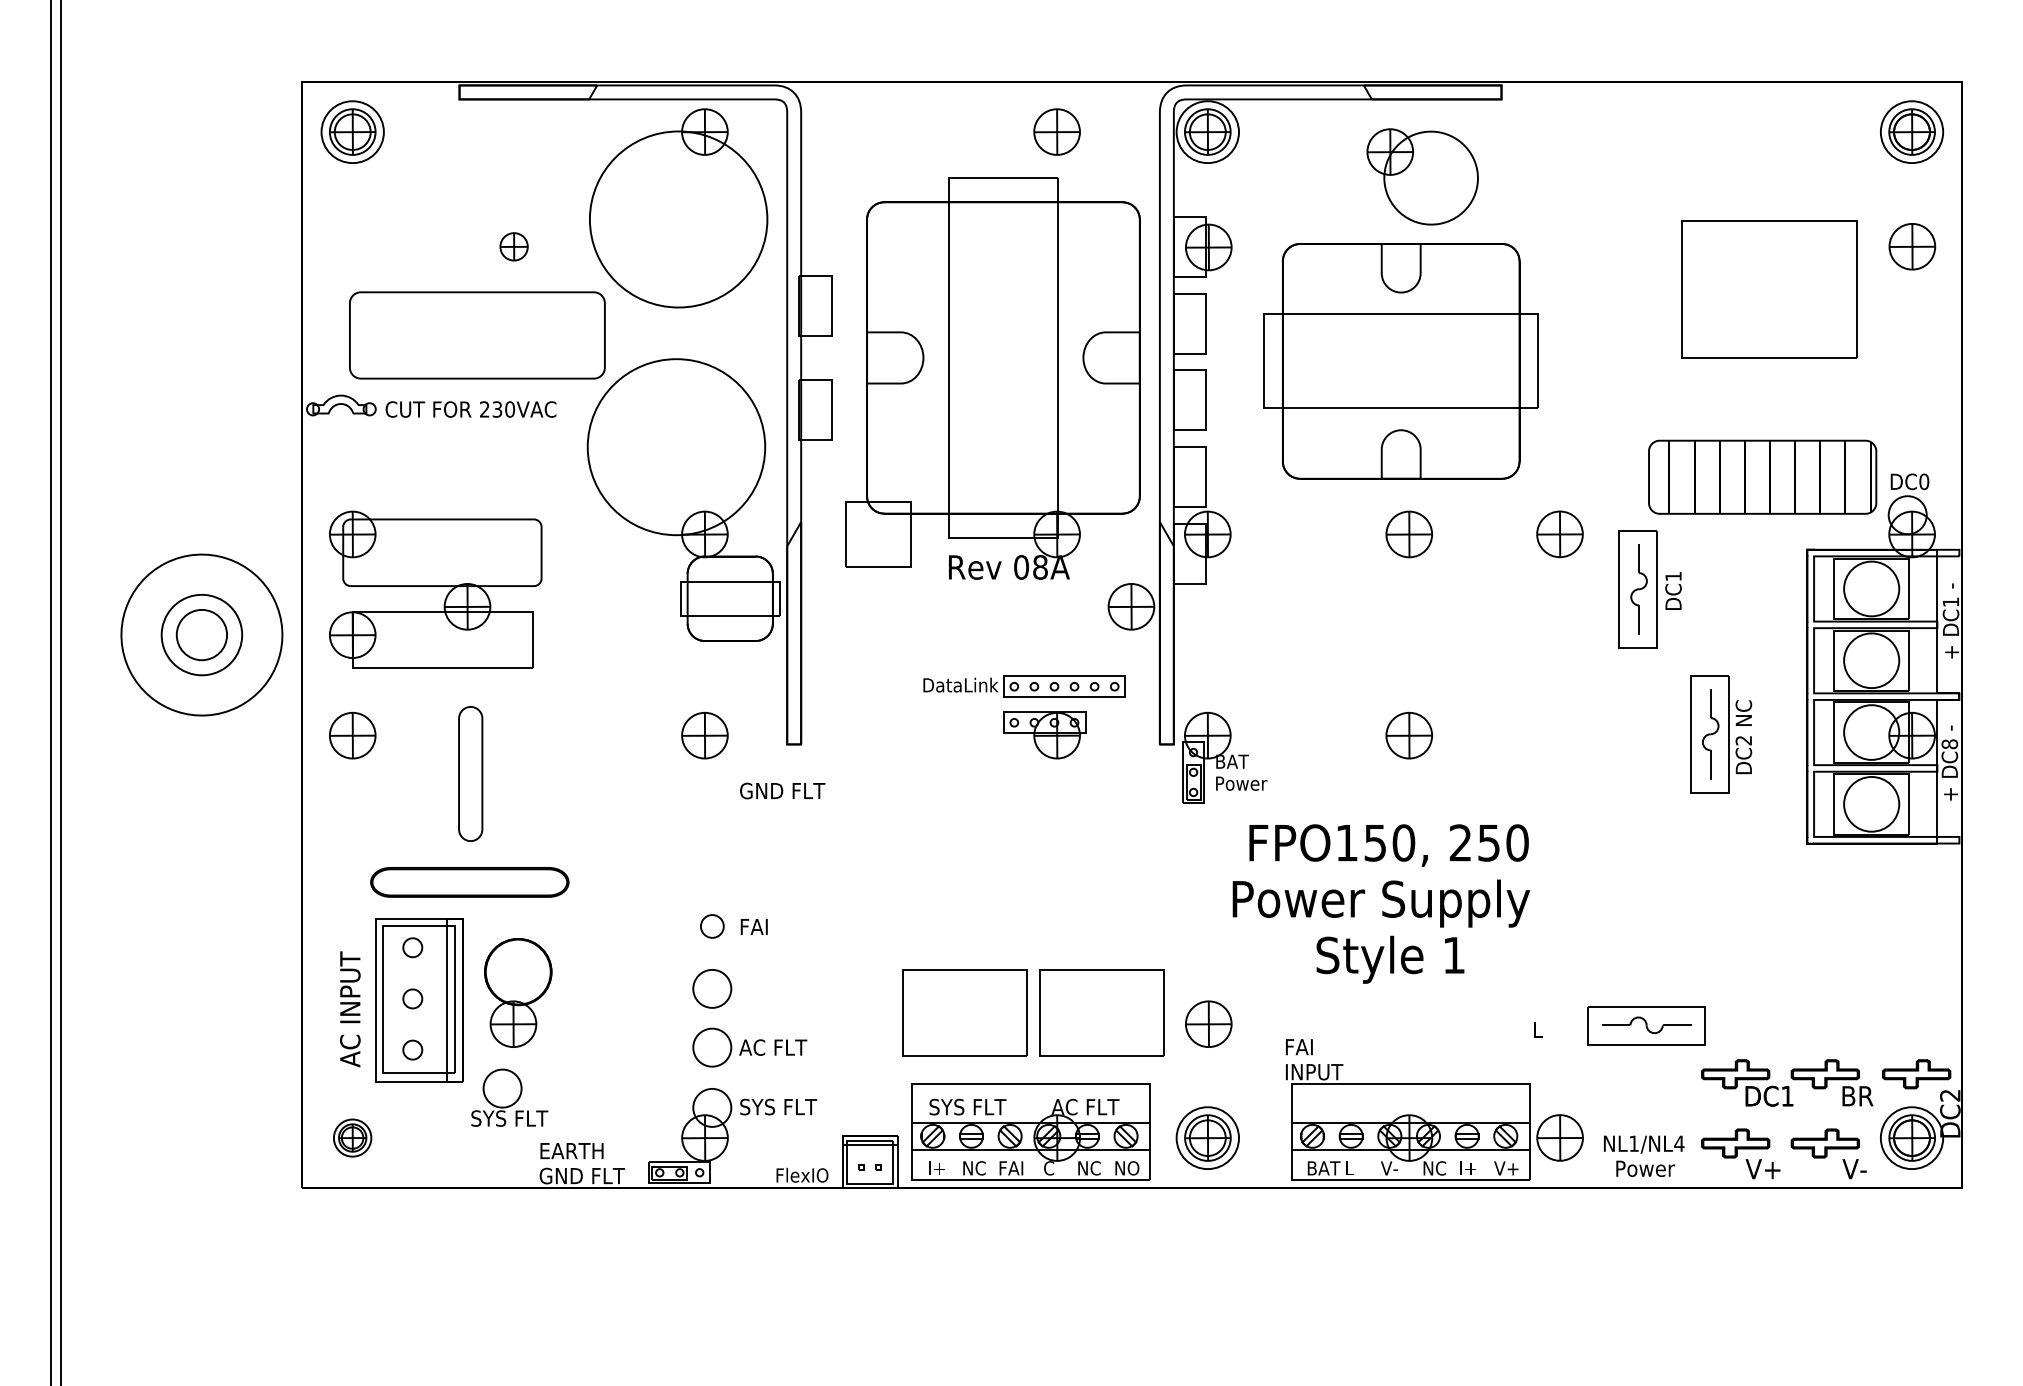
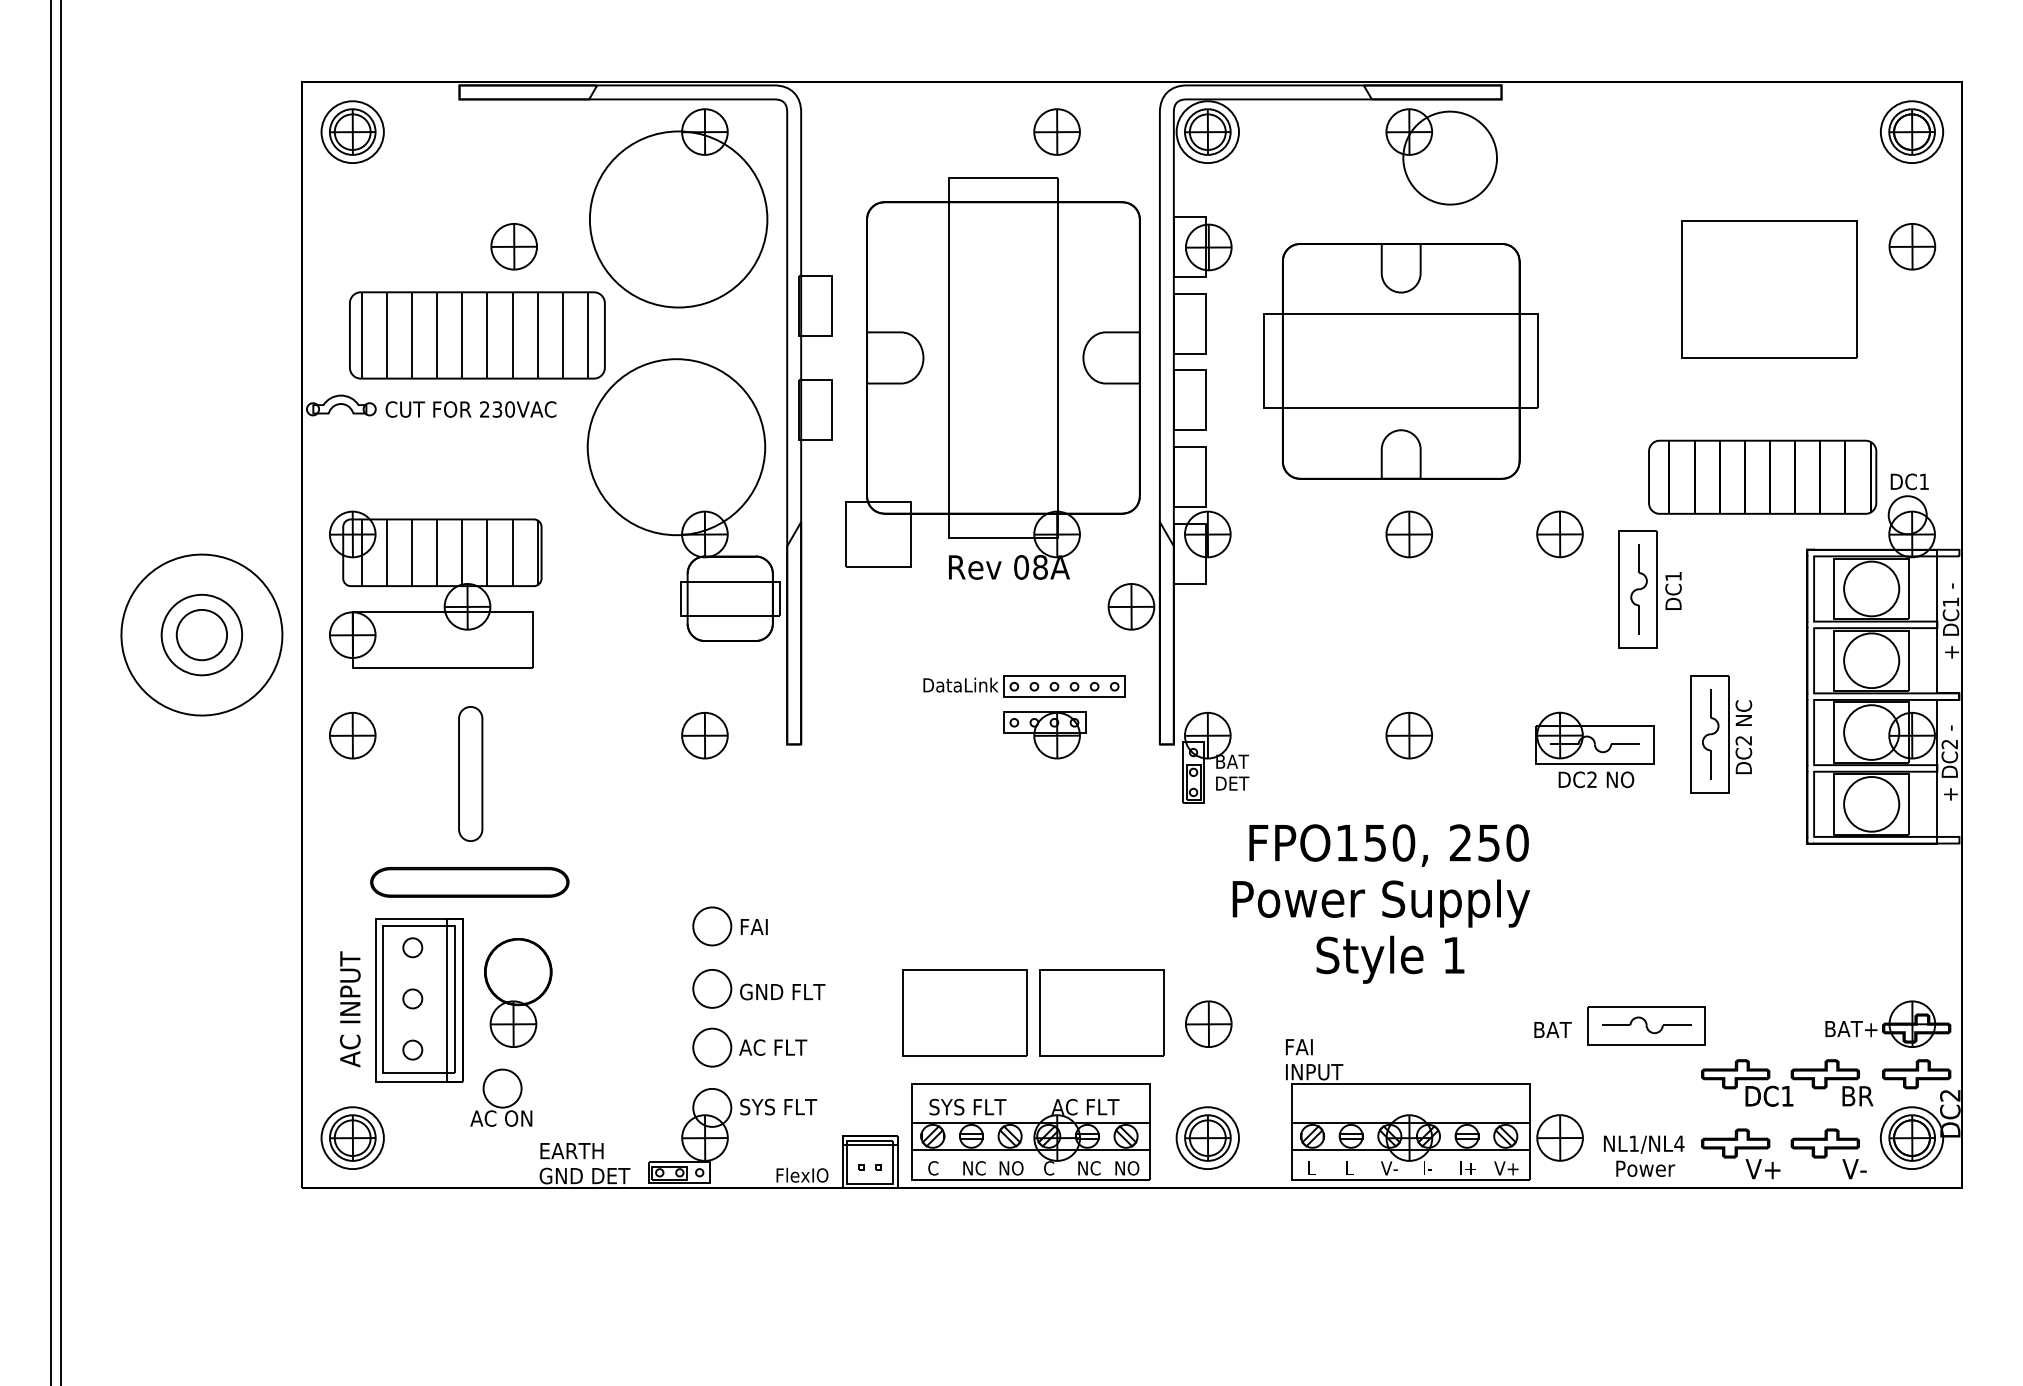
part at (1422, 176) position: (1422, 176) -> (1441, 156)
part at (513, 246) size: 30x30 px -> 48x48 px
hatch at (474, 335): none -> present
text at (1924, 481): DC0 -> DC1
hatch at (449, 552): none -> present
text at (1949, 744): DC8 -> DC2
part at (1594, 749): none -> present
text at (1242, 783): Power -> DET
text at (782, 790) position: (782, 790) -> (782, 991)
part at (712, 926) size: 25x25 px -> 41x41 px
part at (1888, 1023): none -> present
text at (1552, 1029): L -> BAT
text at (509, 1118): SYS FLT -> AC ON
part at (352, 1137) size: 40x40 px -> 65x64 px
text at (936, 1168): I+ -> C
text at (1012, 1168): FAI -> NO
text at (1323, 1168): BAT -> L
text at (1434, 1168): NC -> I-
text at (612, 1176): GND FLT -> GND DET
